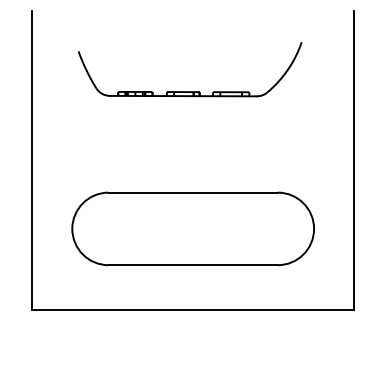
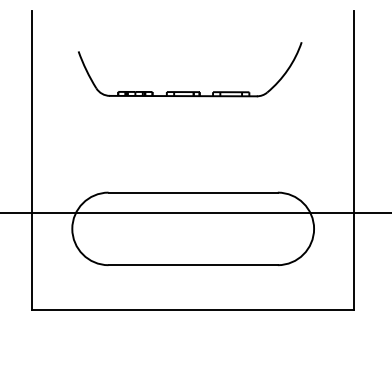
line at (195, 213): none -> present
